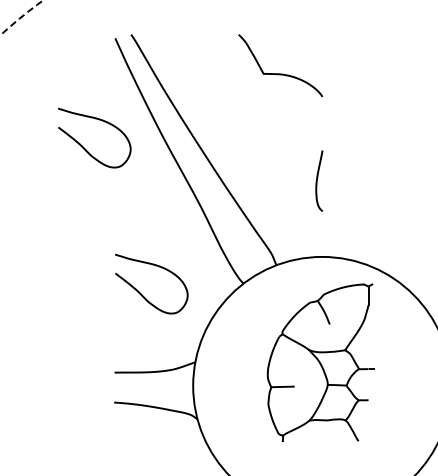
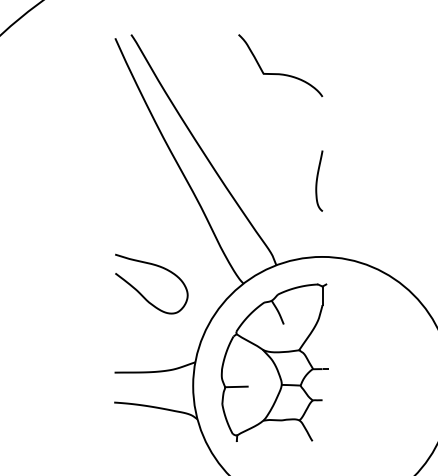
circle at (21, 17): dashed -> solid
curve at (84, 147): present -> none
part at (320, 362) position: (320, 362) -> (274, 362)
